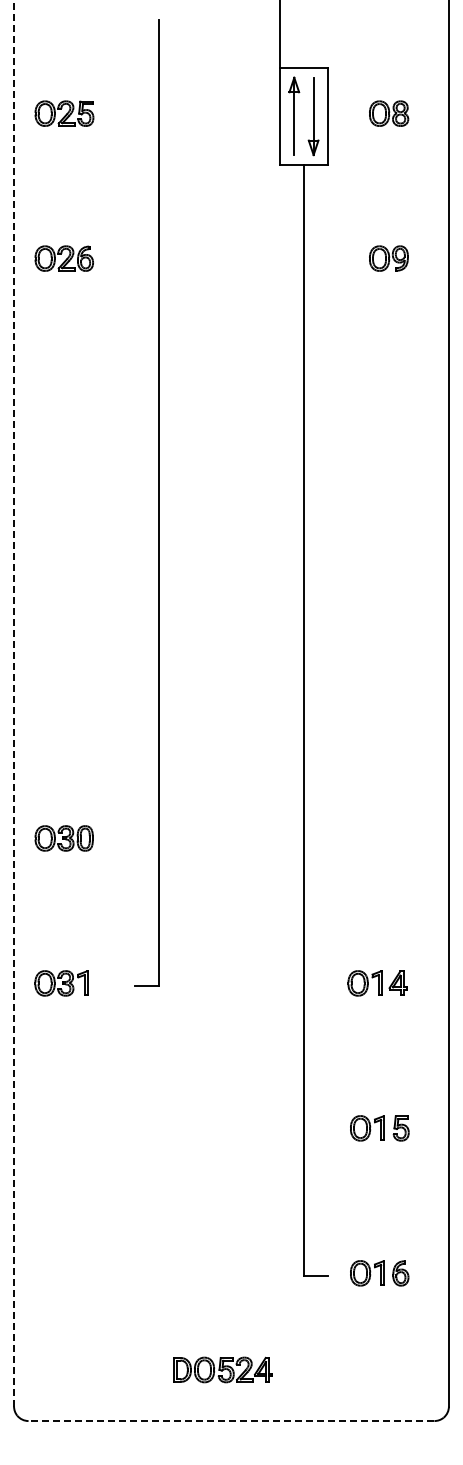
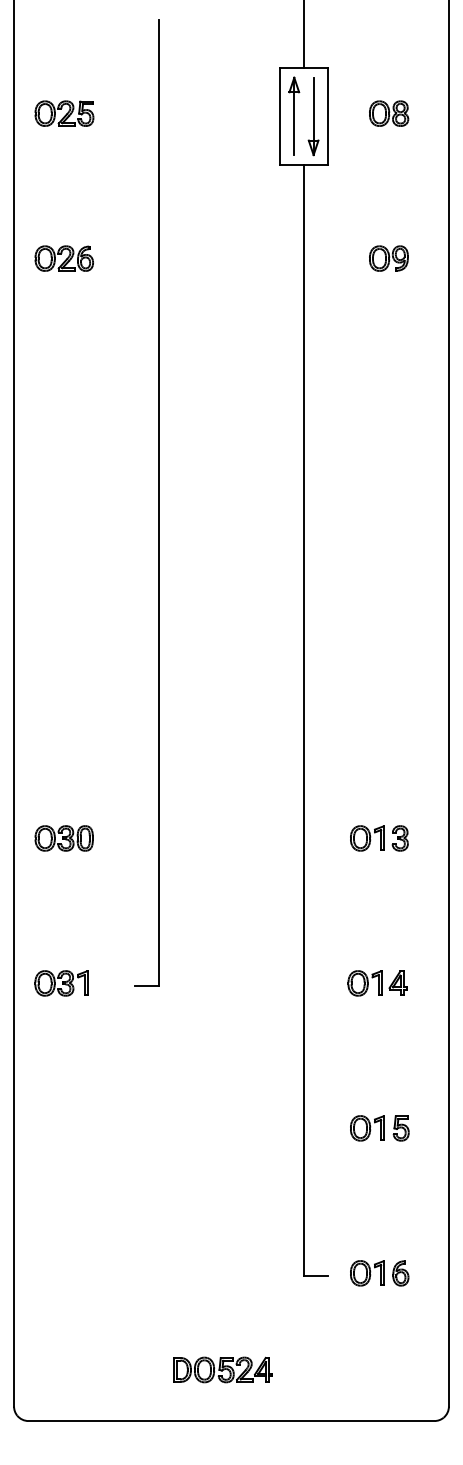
line at (279, 35) position: (279, 35) -> (303, 35)
line at (14, 703): dashed -> solid
part at (379, 838): none -> present
line at (231, 1421): dashed -> solid
